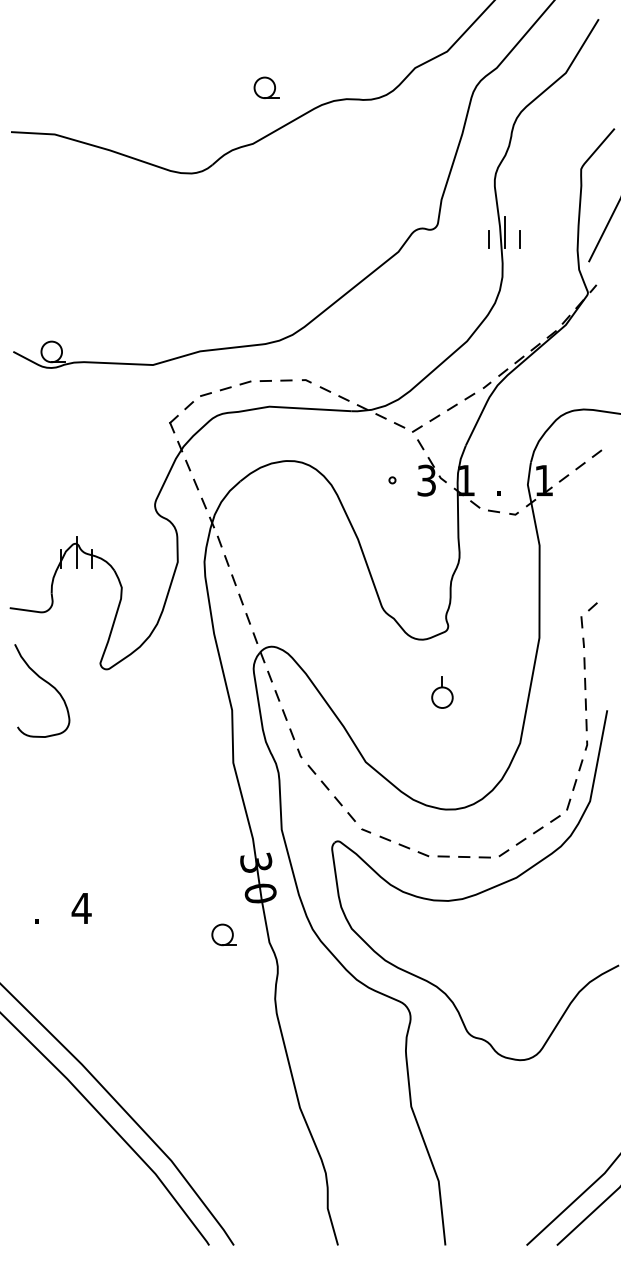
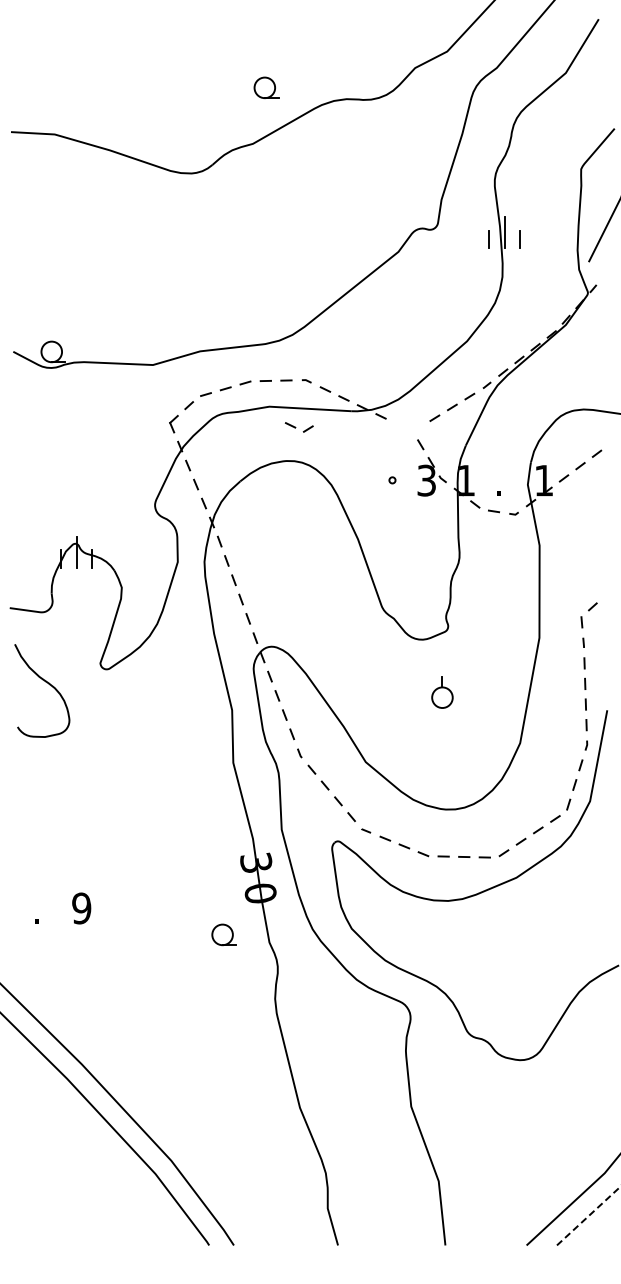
part at (408, 427) position: (408, 427) -> (299, 427)
text at (81, 908): 4 -> 9
line at (589, 1215): solid -> dashed
